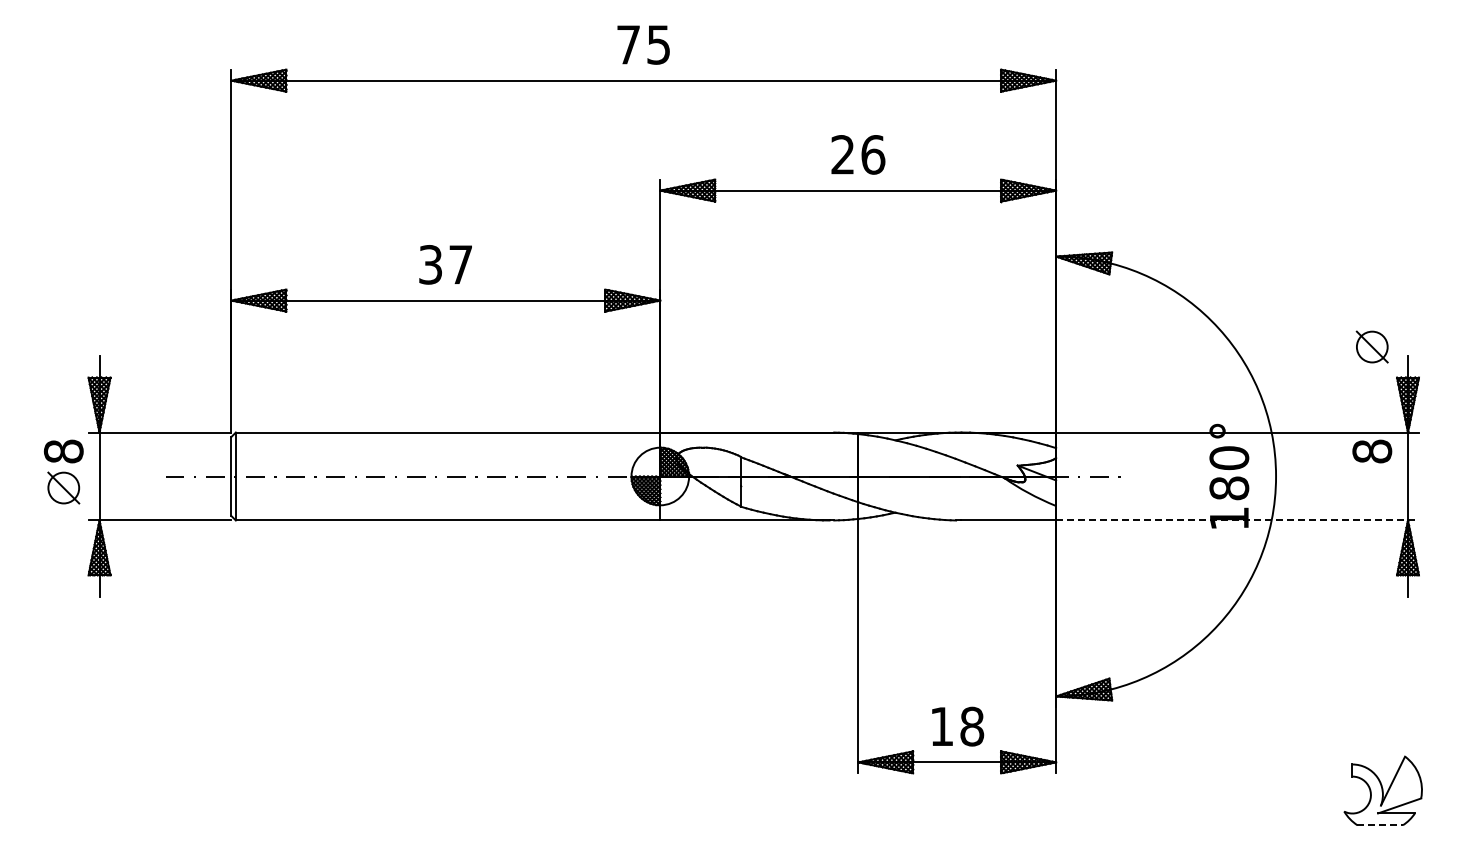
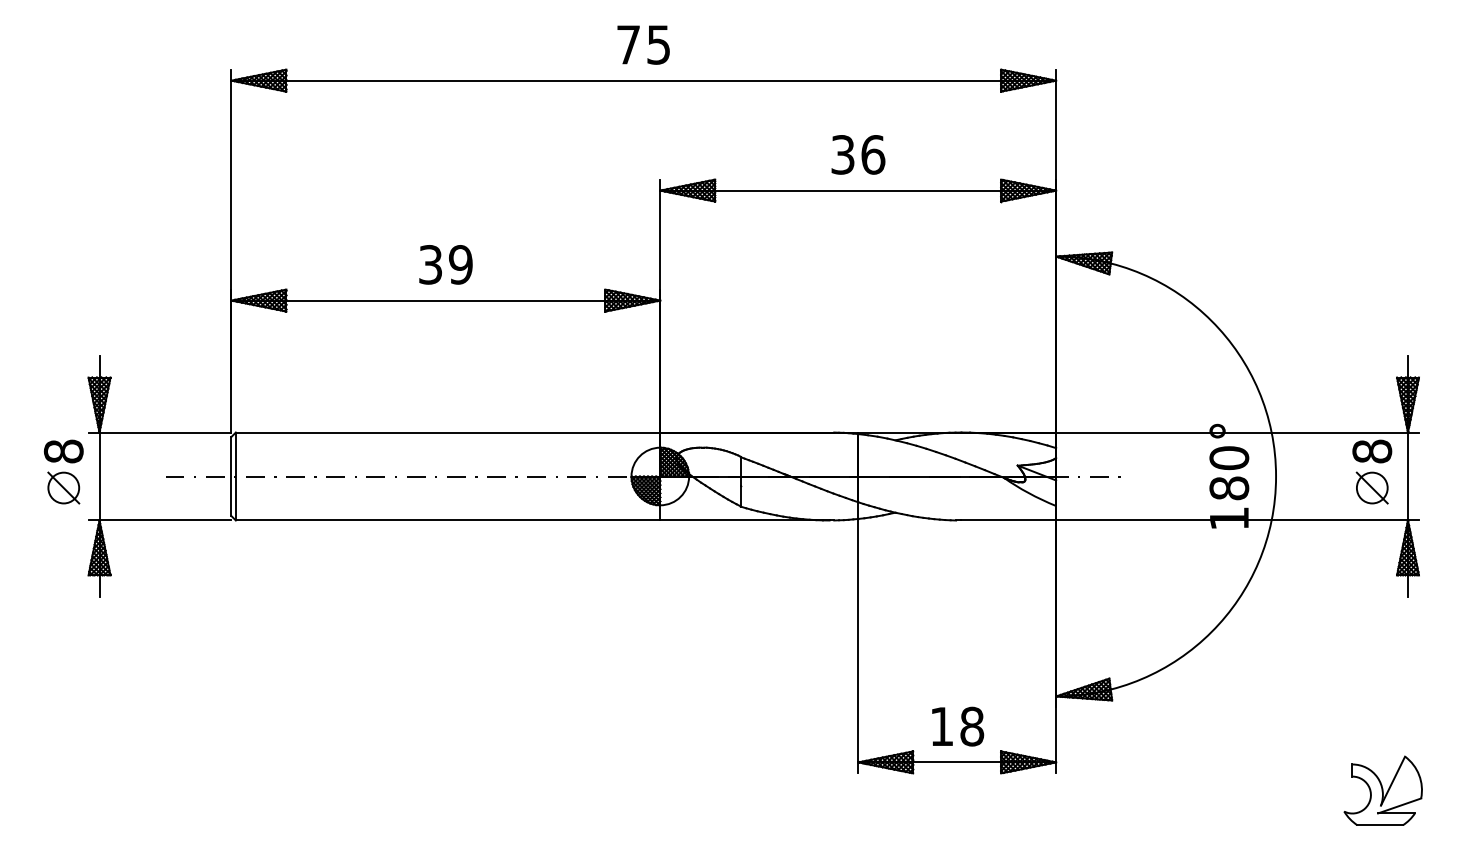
text at (842, 154): 26 -> 36
text at (460, 264): 37 -> 39
part at (1371, 346) position: (1371, 346) -> (1371, 487)
line at (1238, 520): dashed -> solid
line at (1380, 825): dashed -> solid
